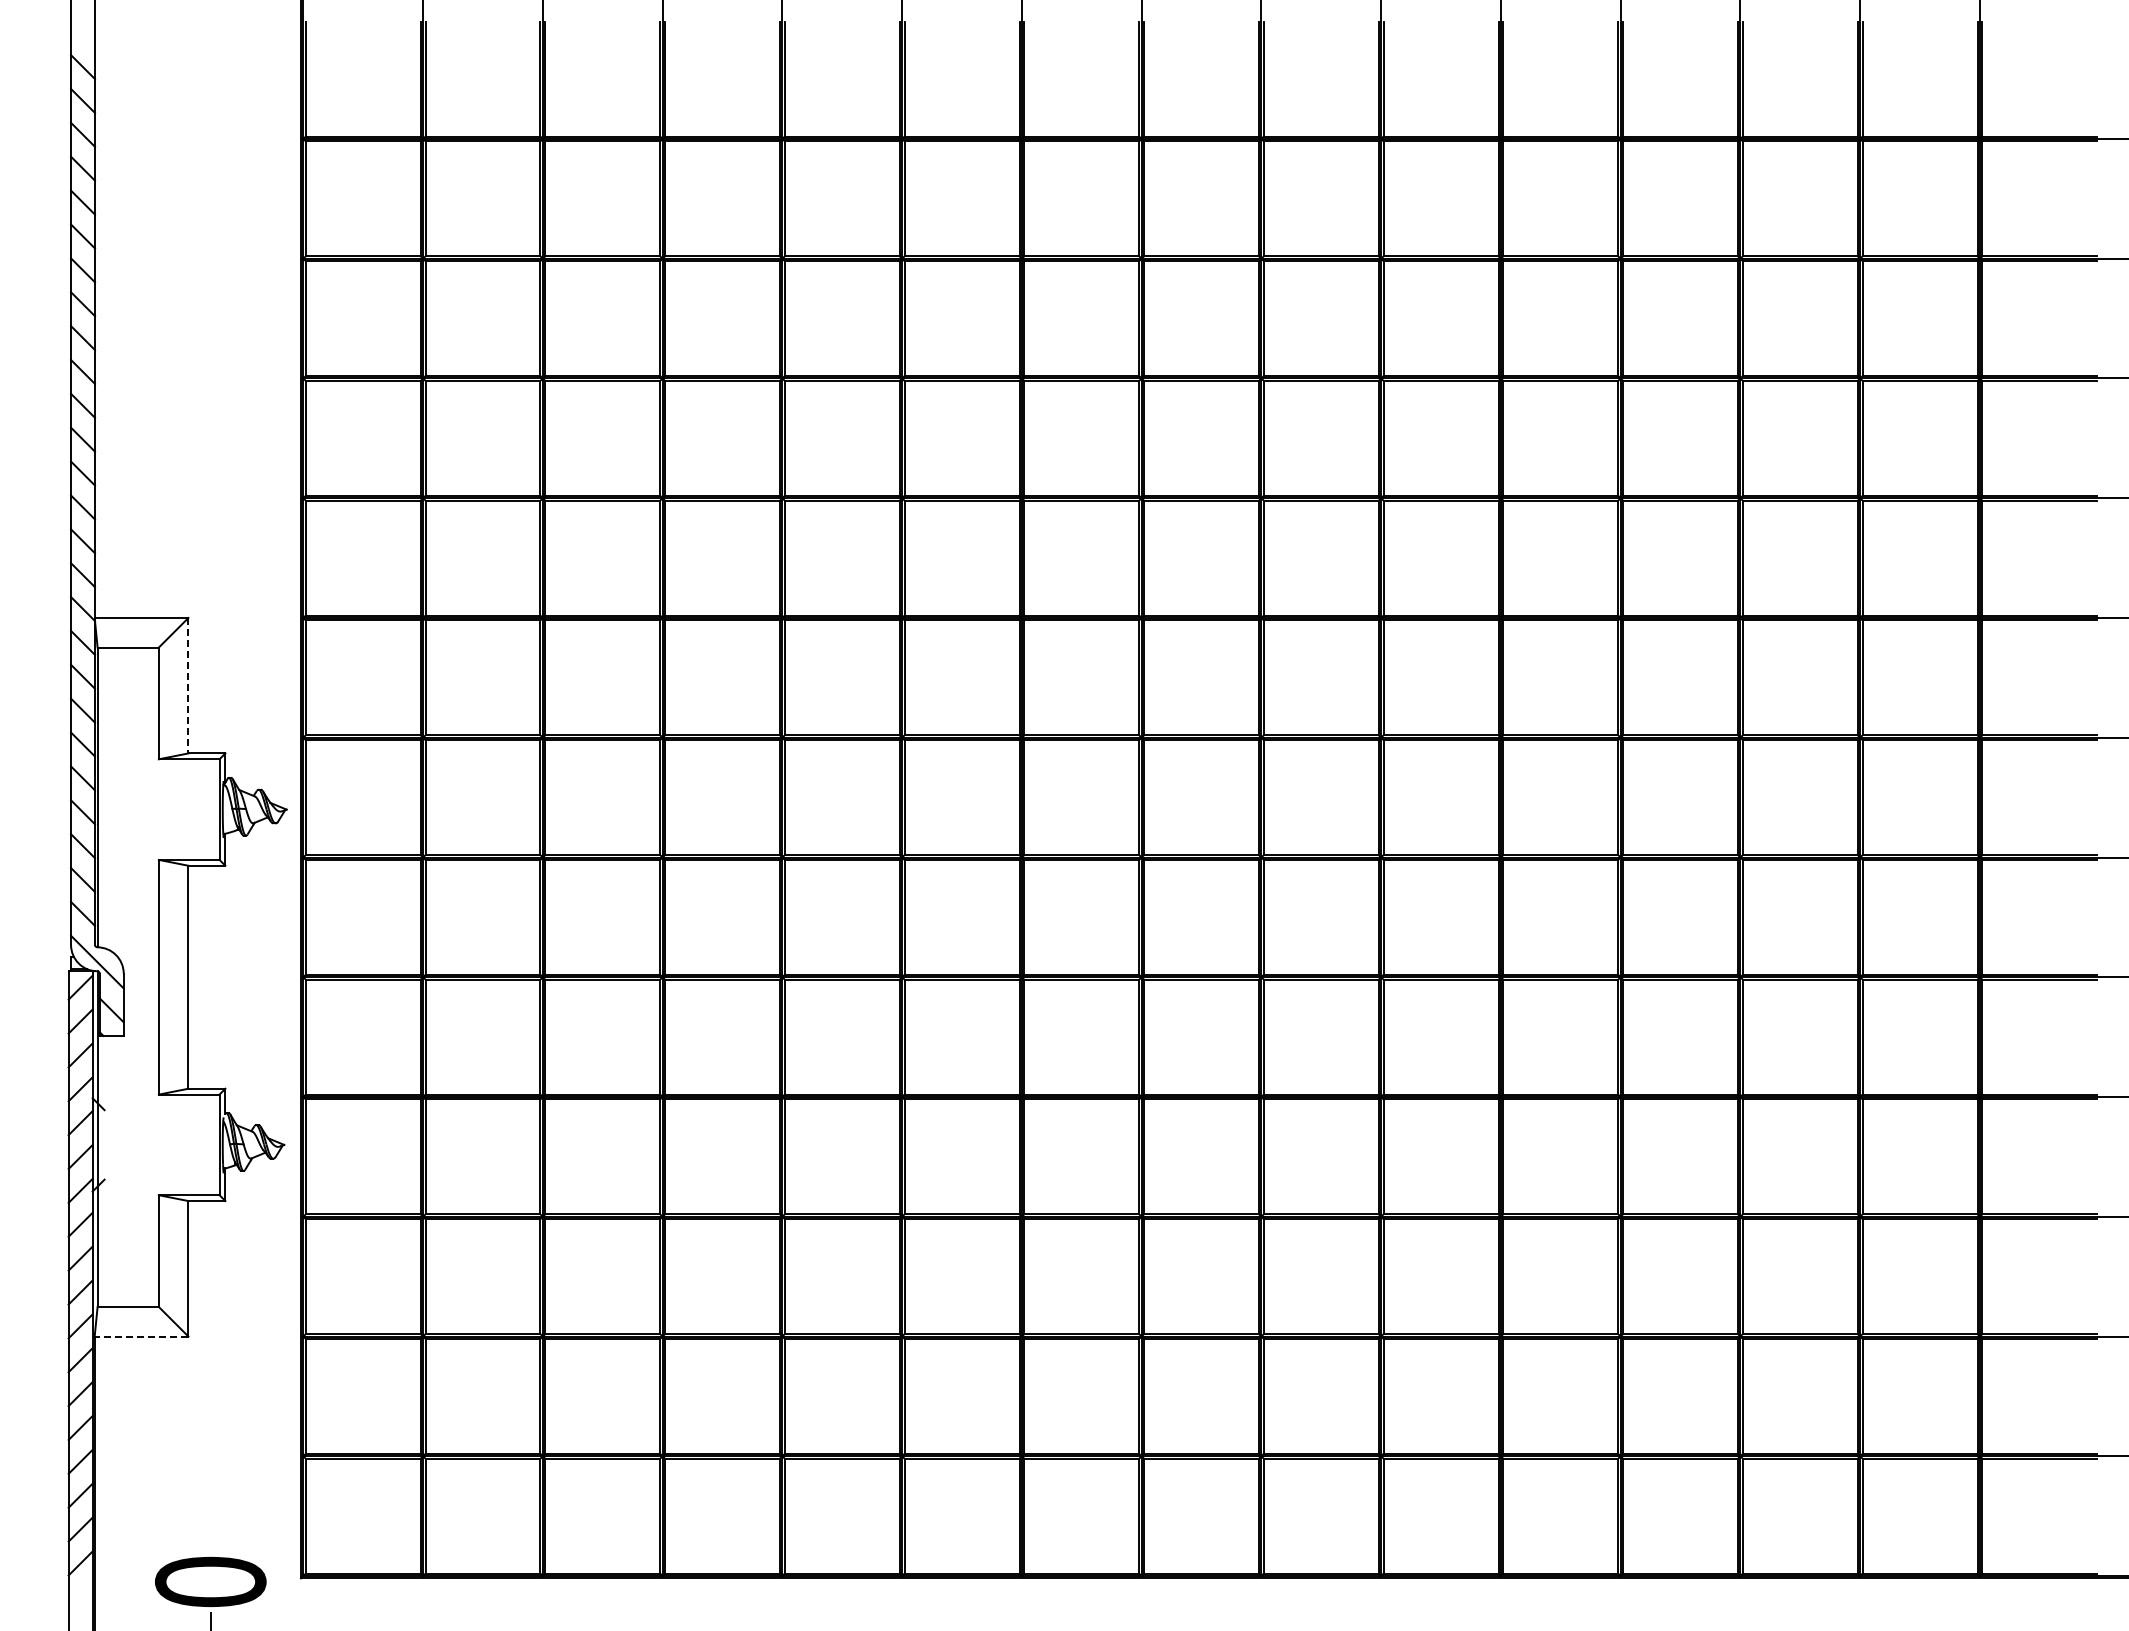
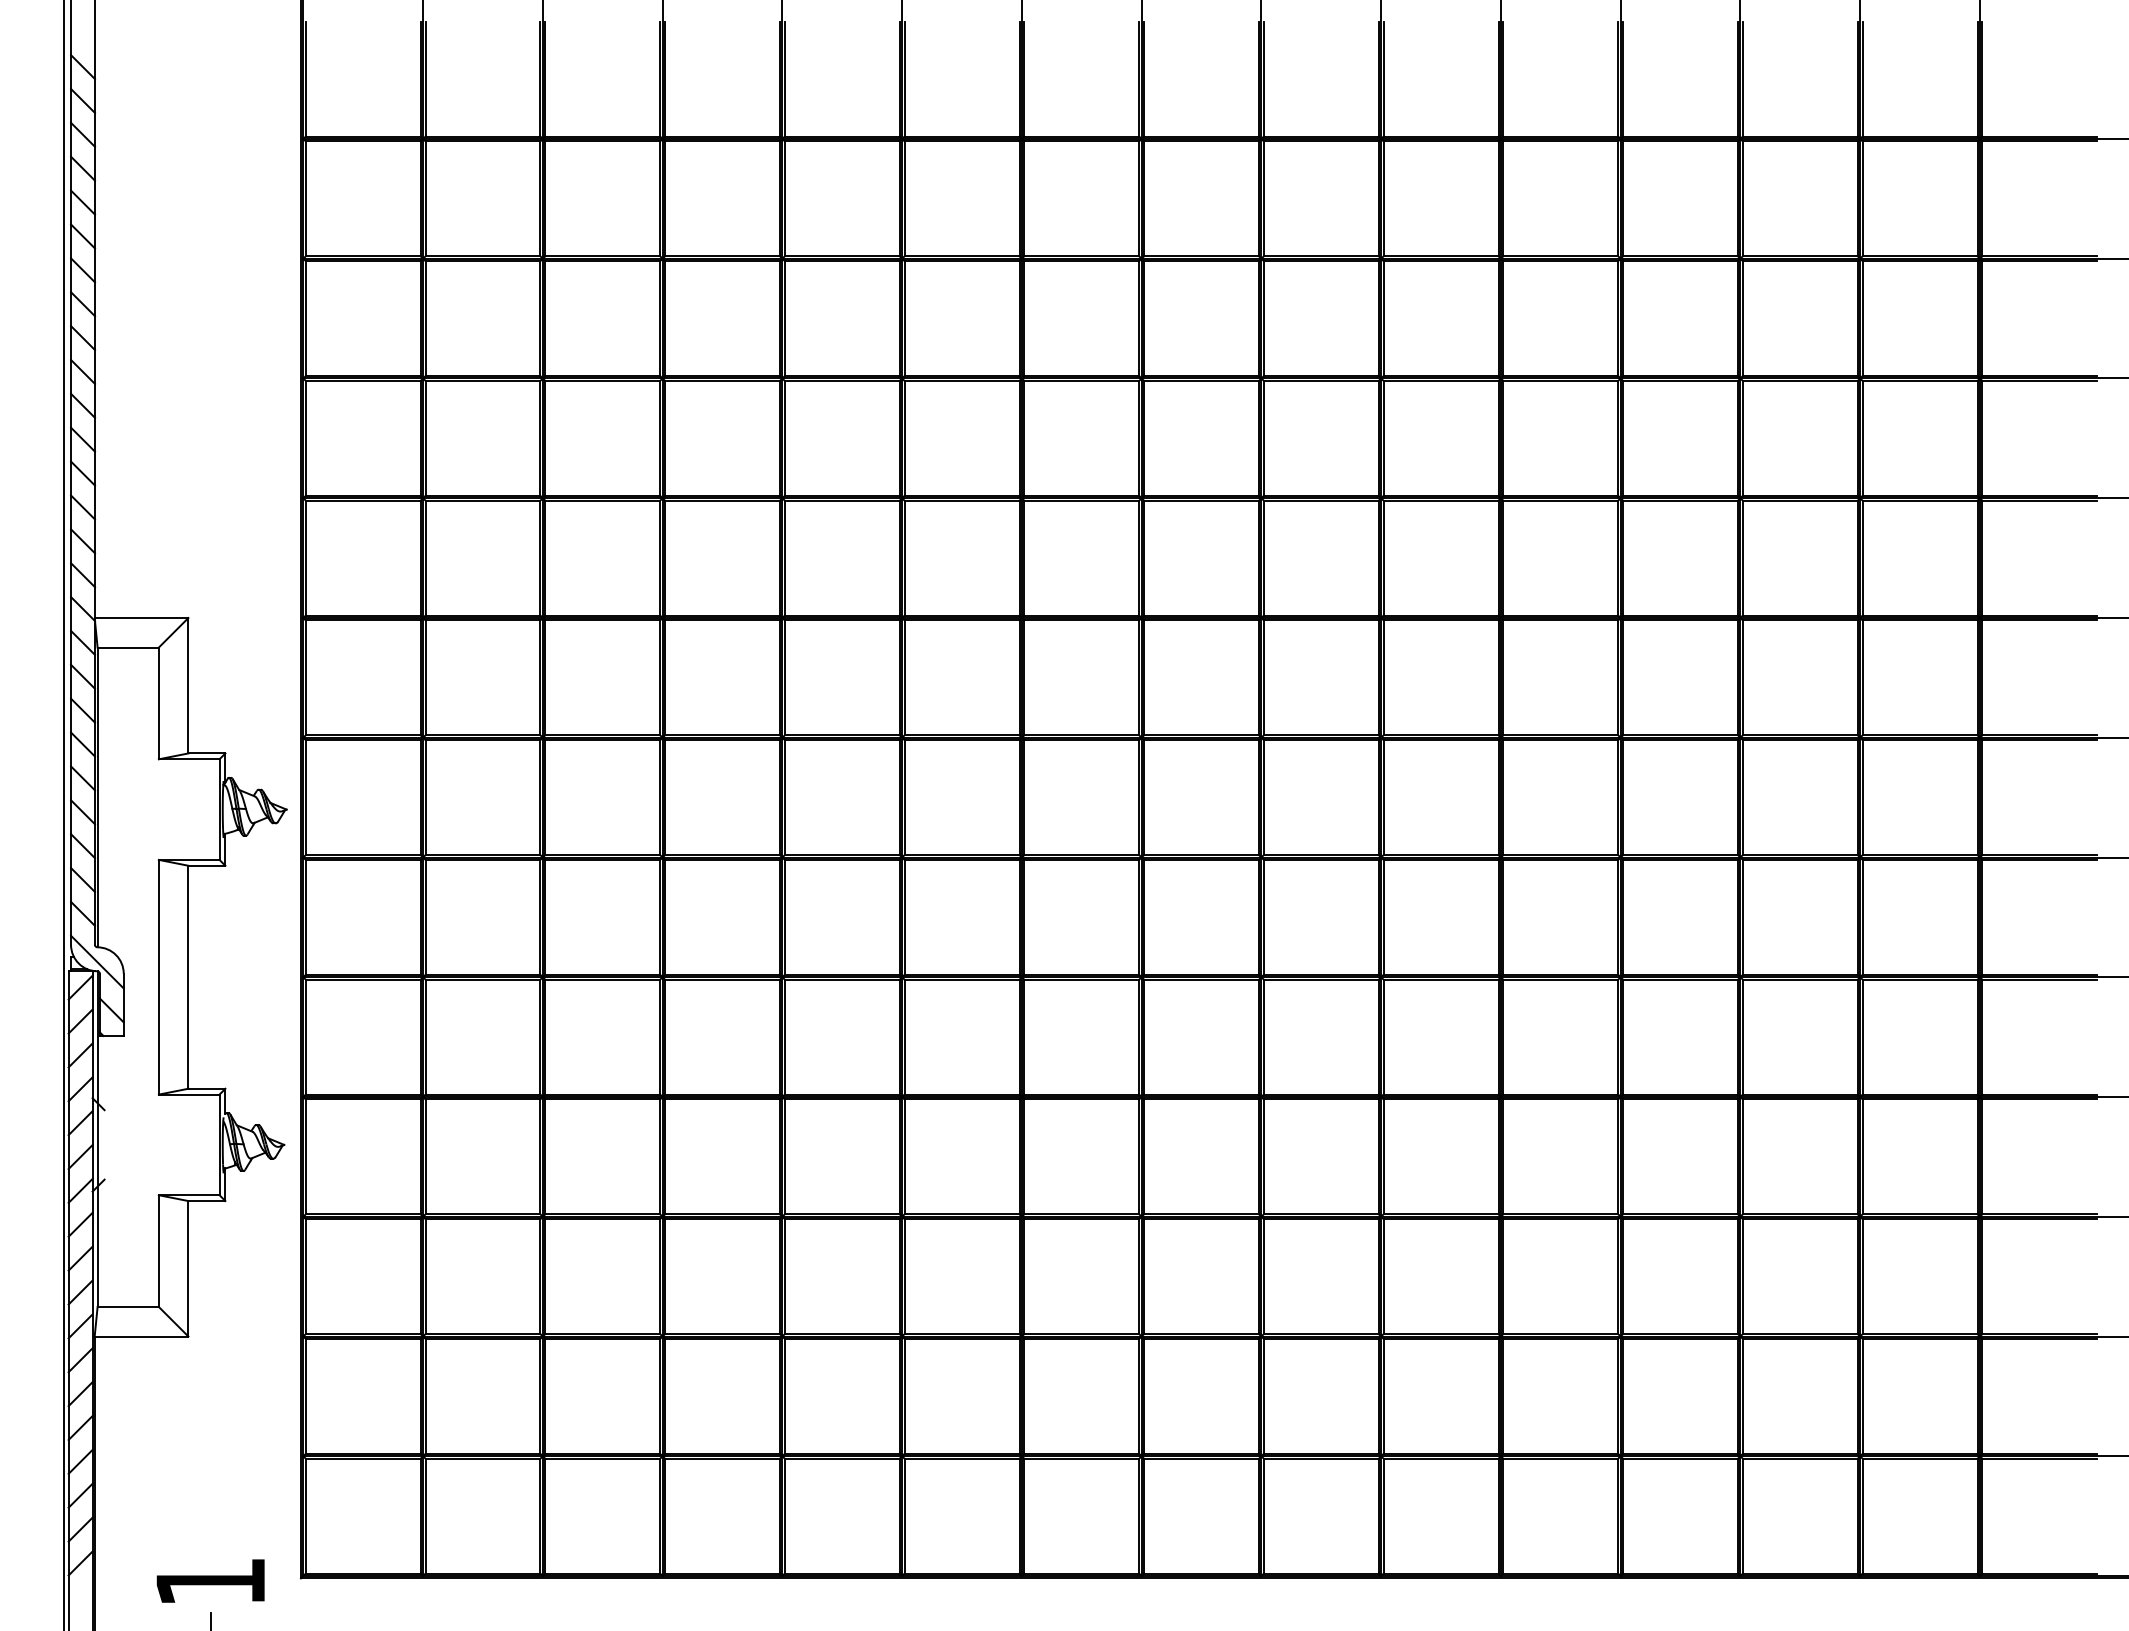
line at (188, 685): dashed -> solid
line at (63, 814): none -> present
line at (141, 1336): dashed -> solid
text at (210, 1581): 0 -> 1
